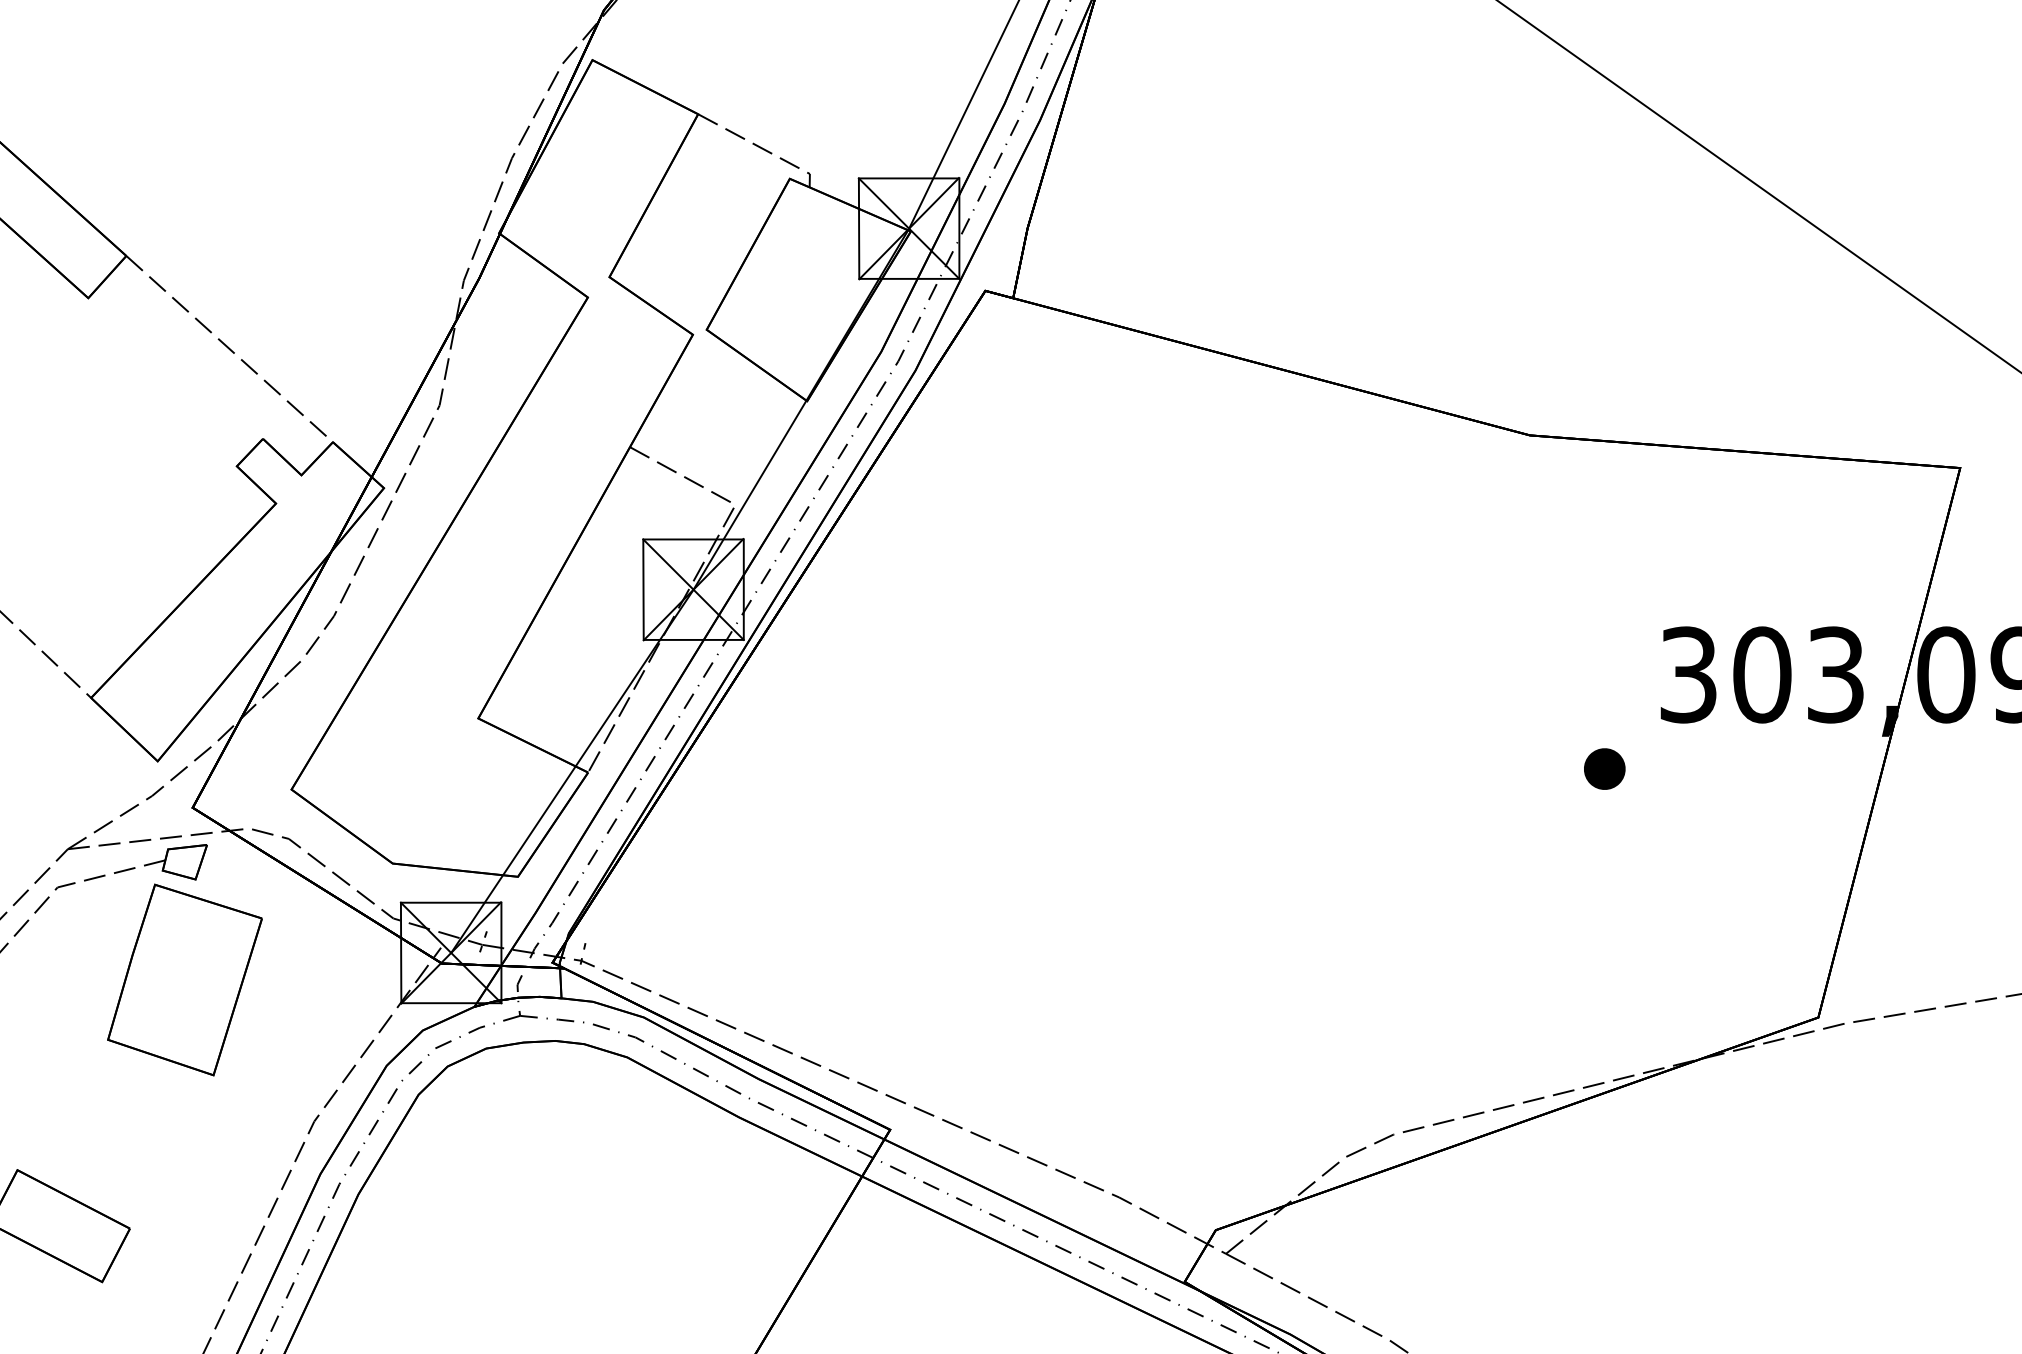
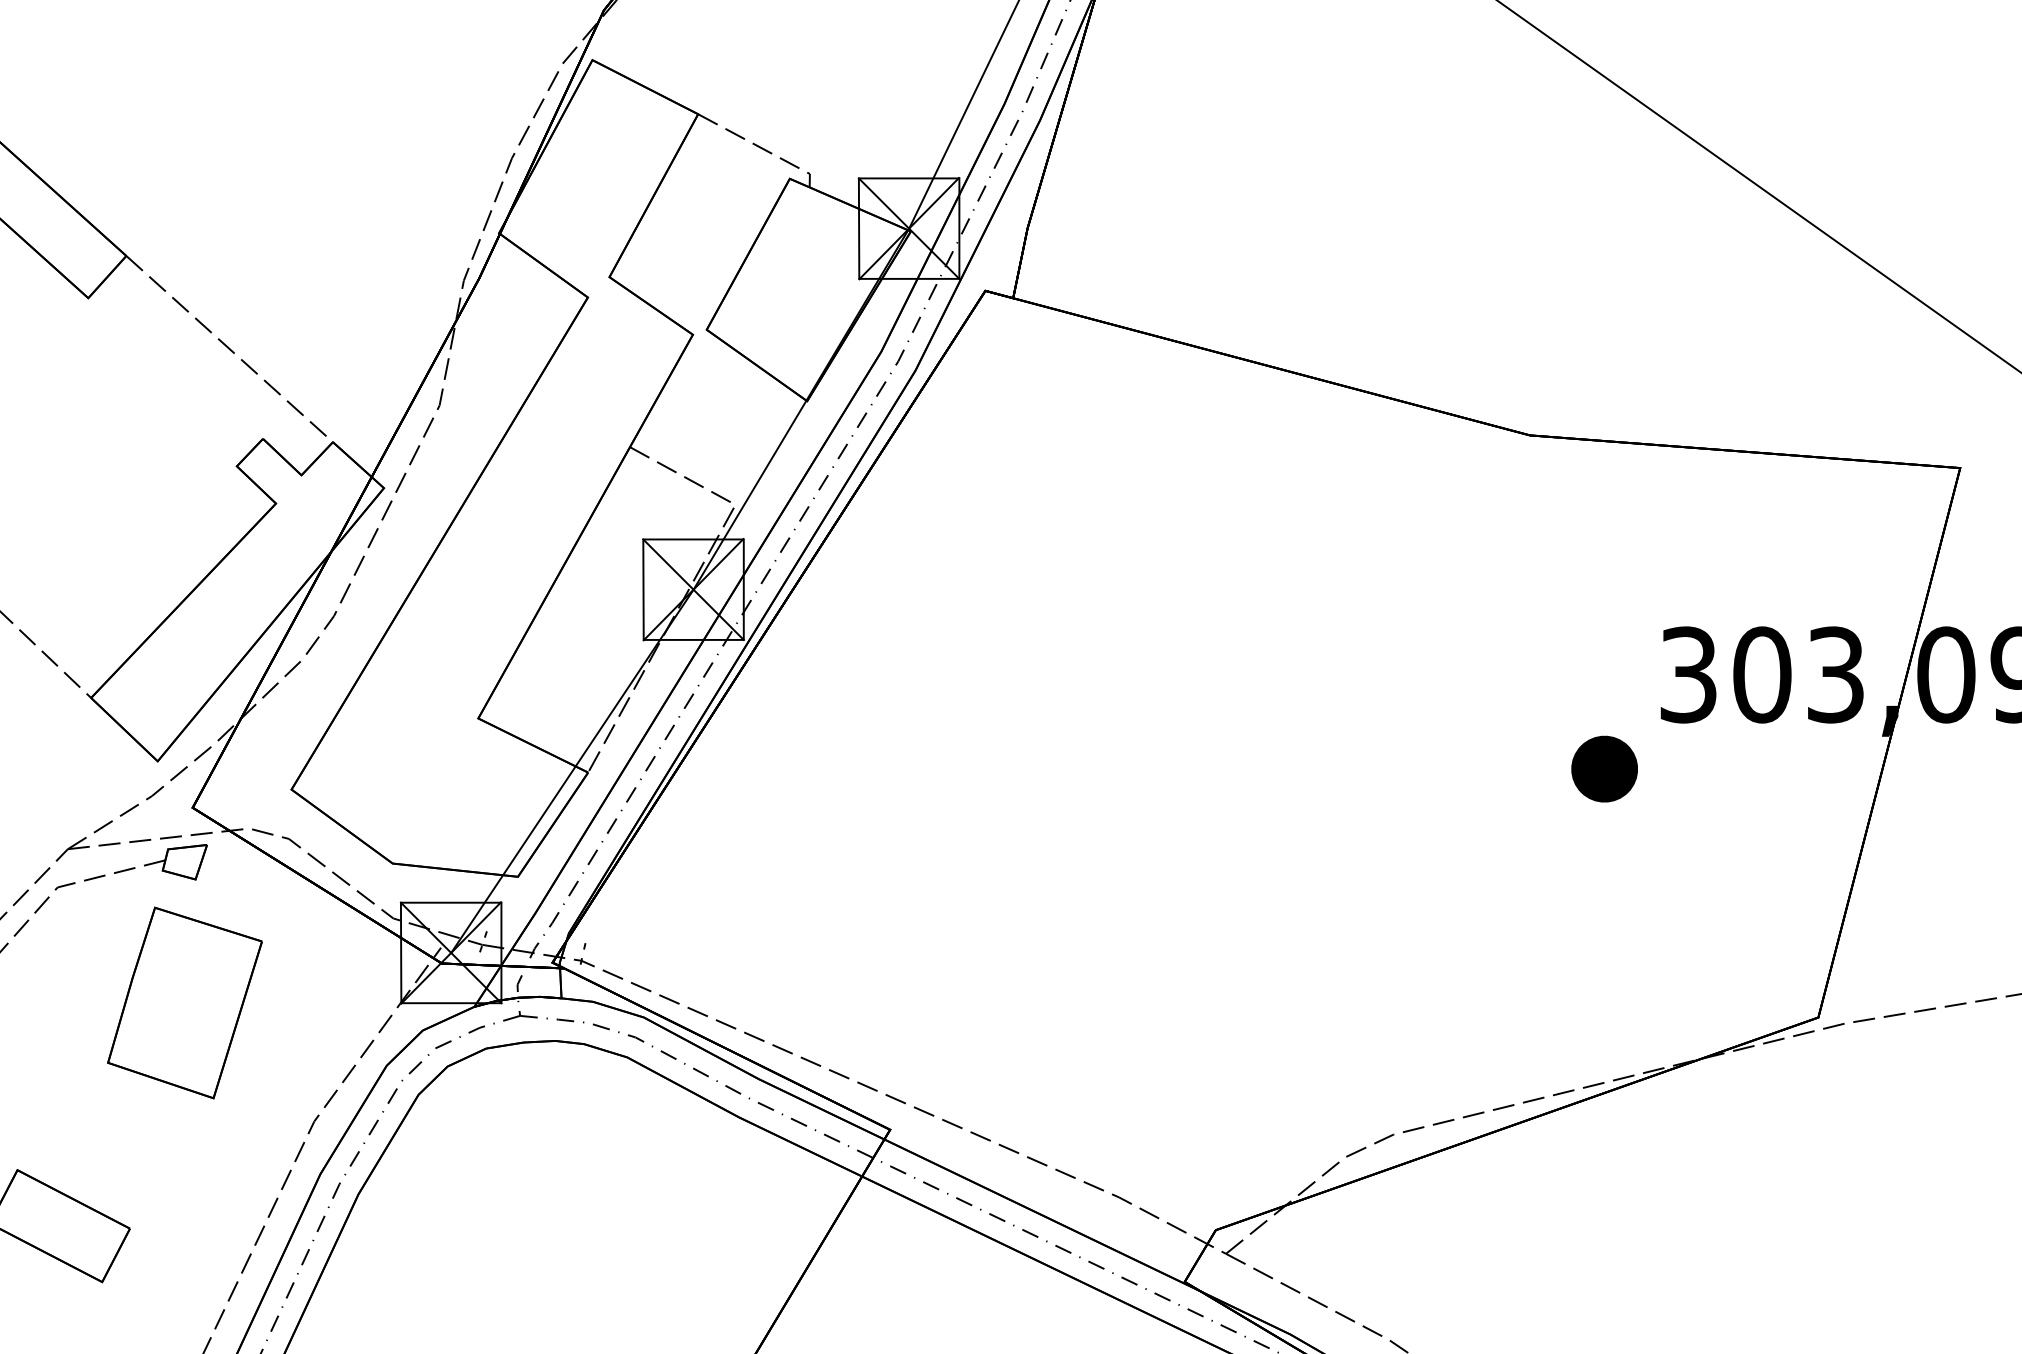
part at (1604, 768) size: 42x42 px -> 67x68 px
part at (184, 979) position: (184, 979) -> (184, 1002)
